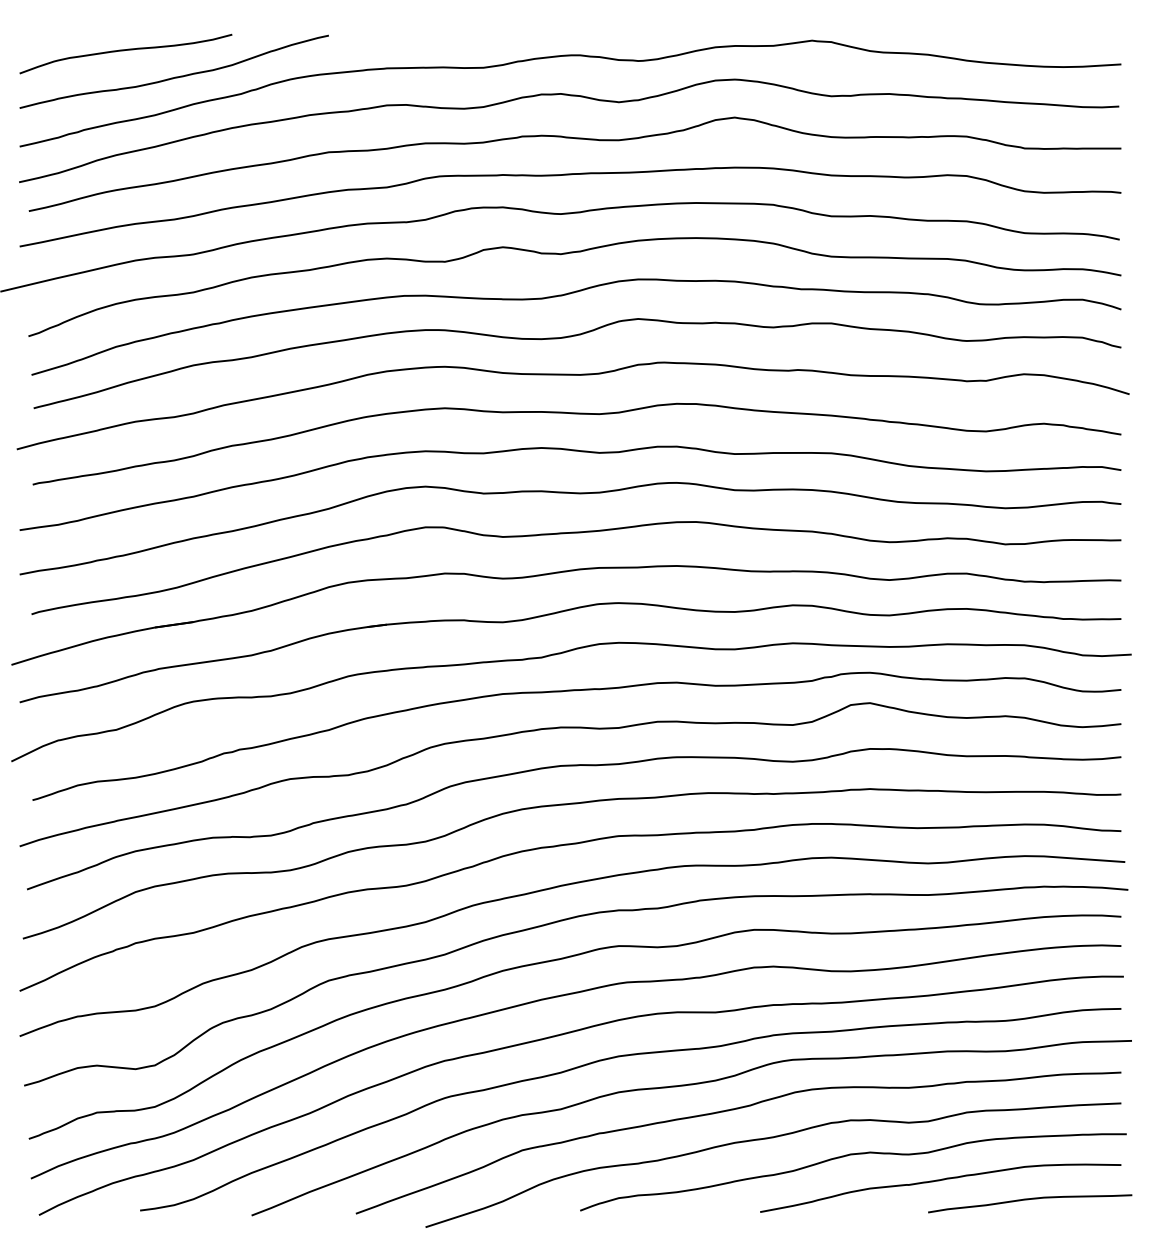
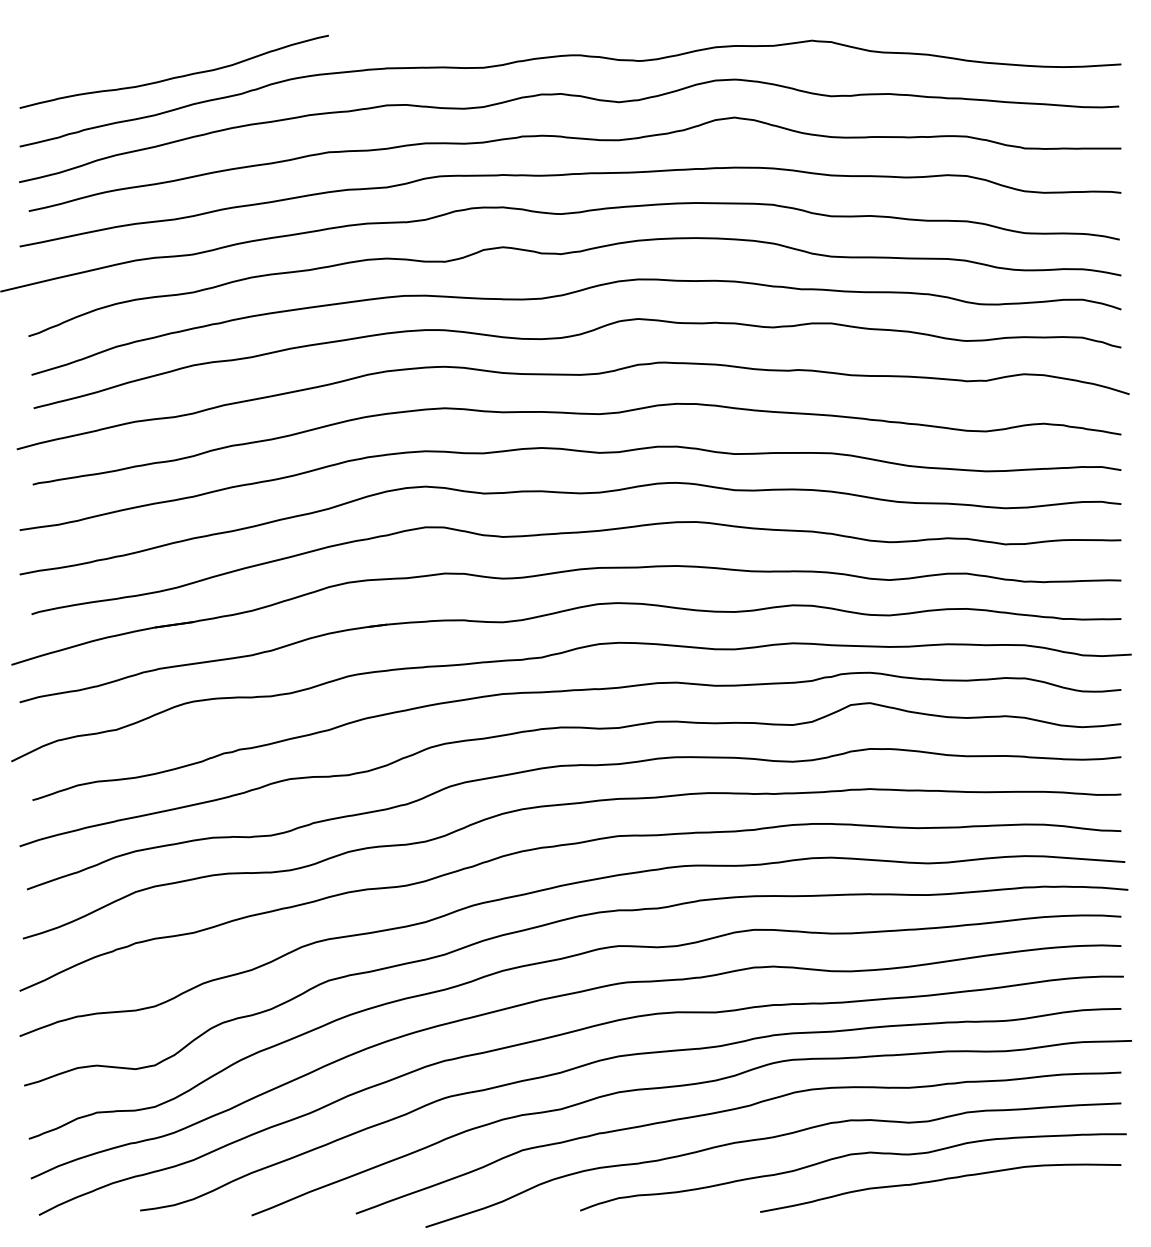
curve at (124, 51): present -> none
curve at (1028, 1200): present -> none
